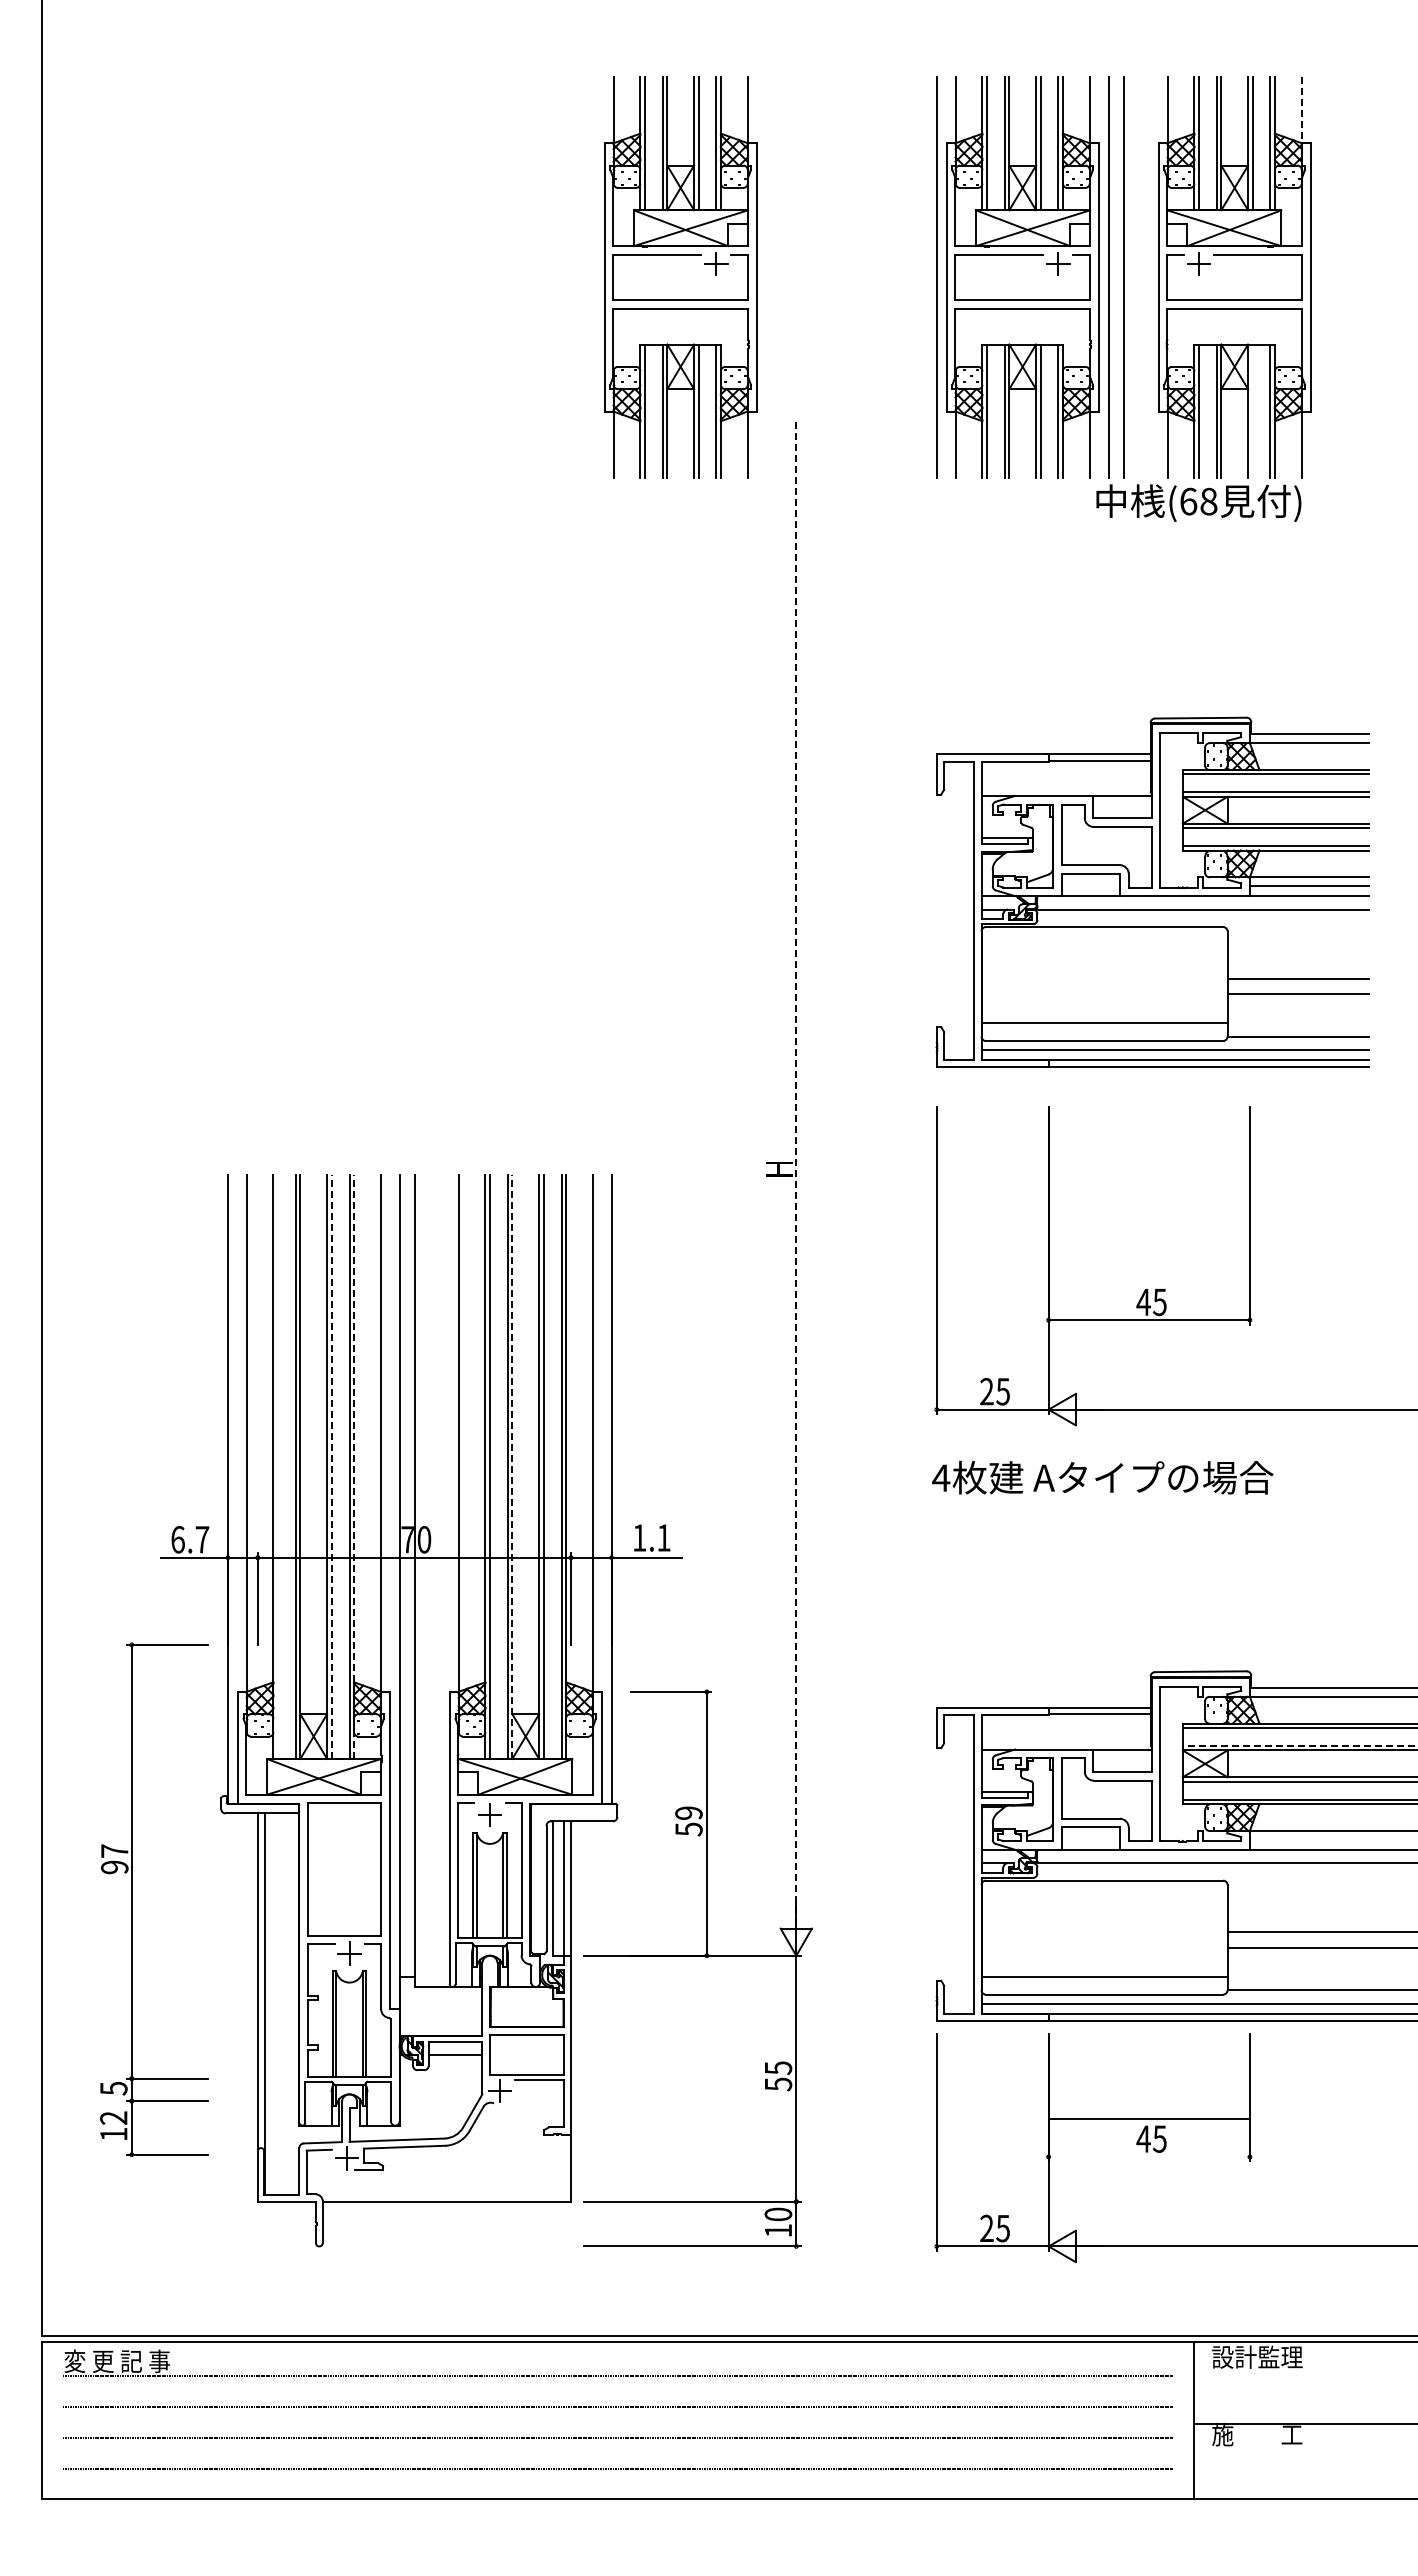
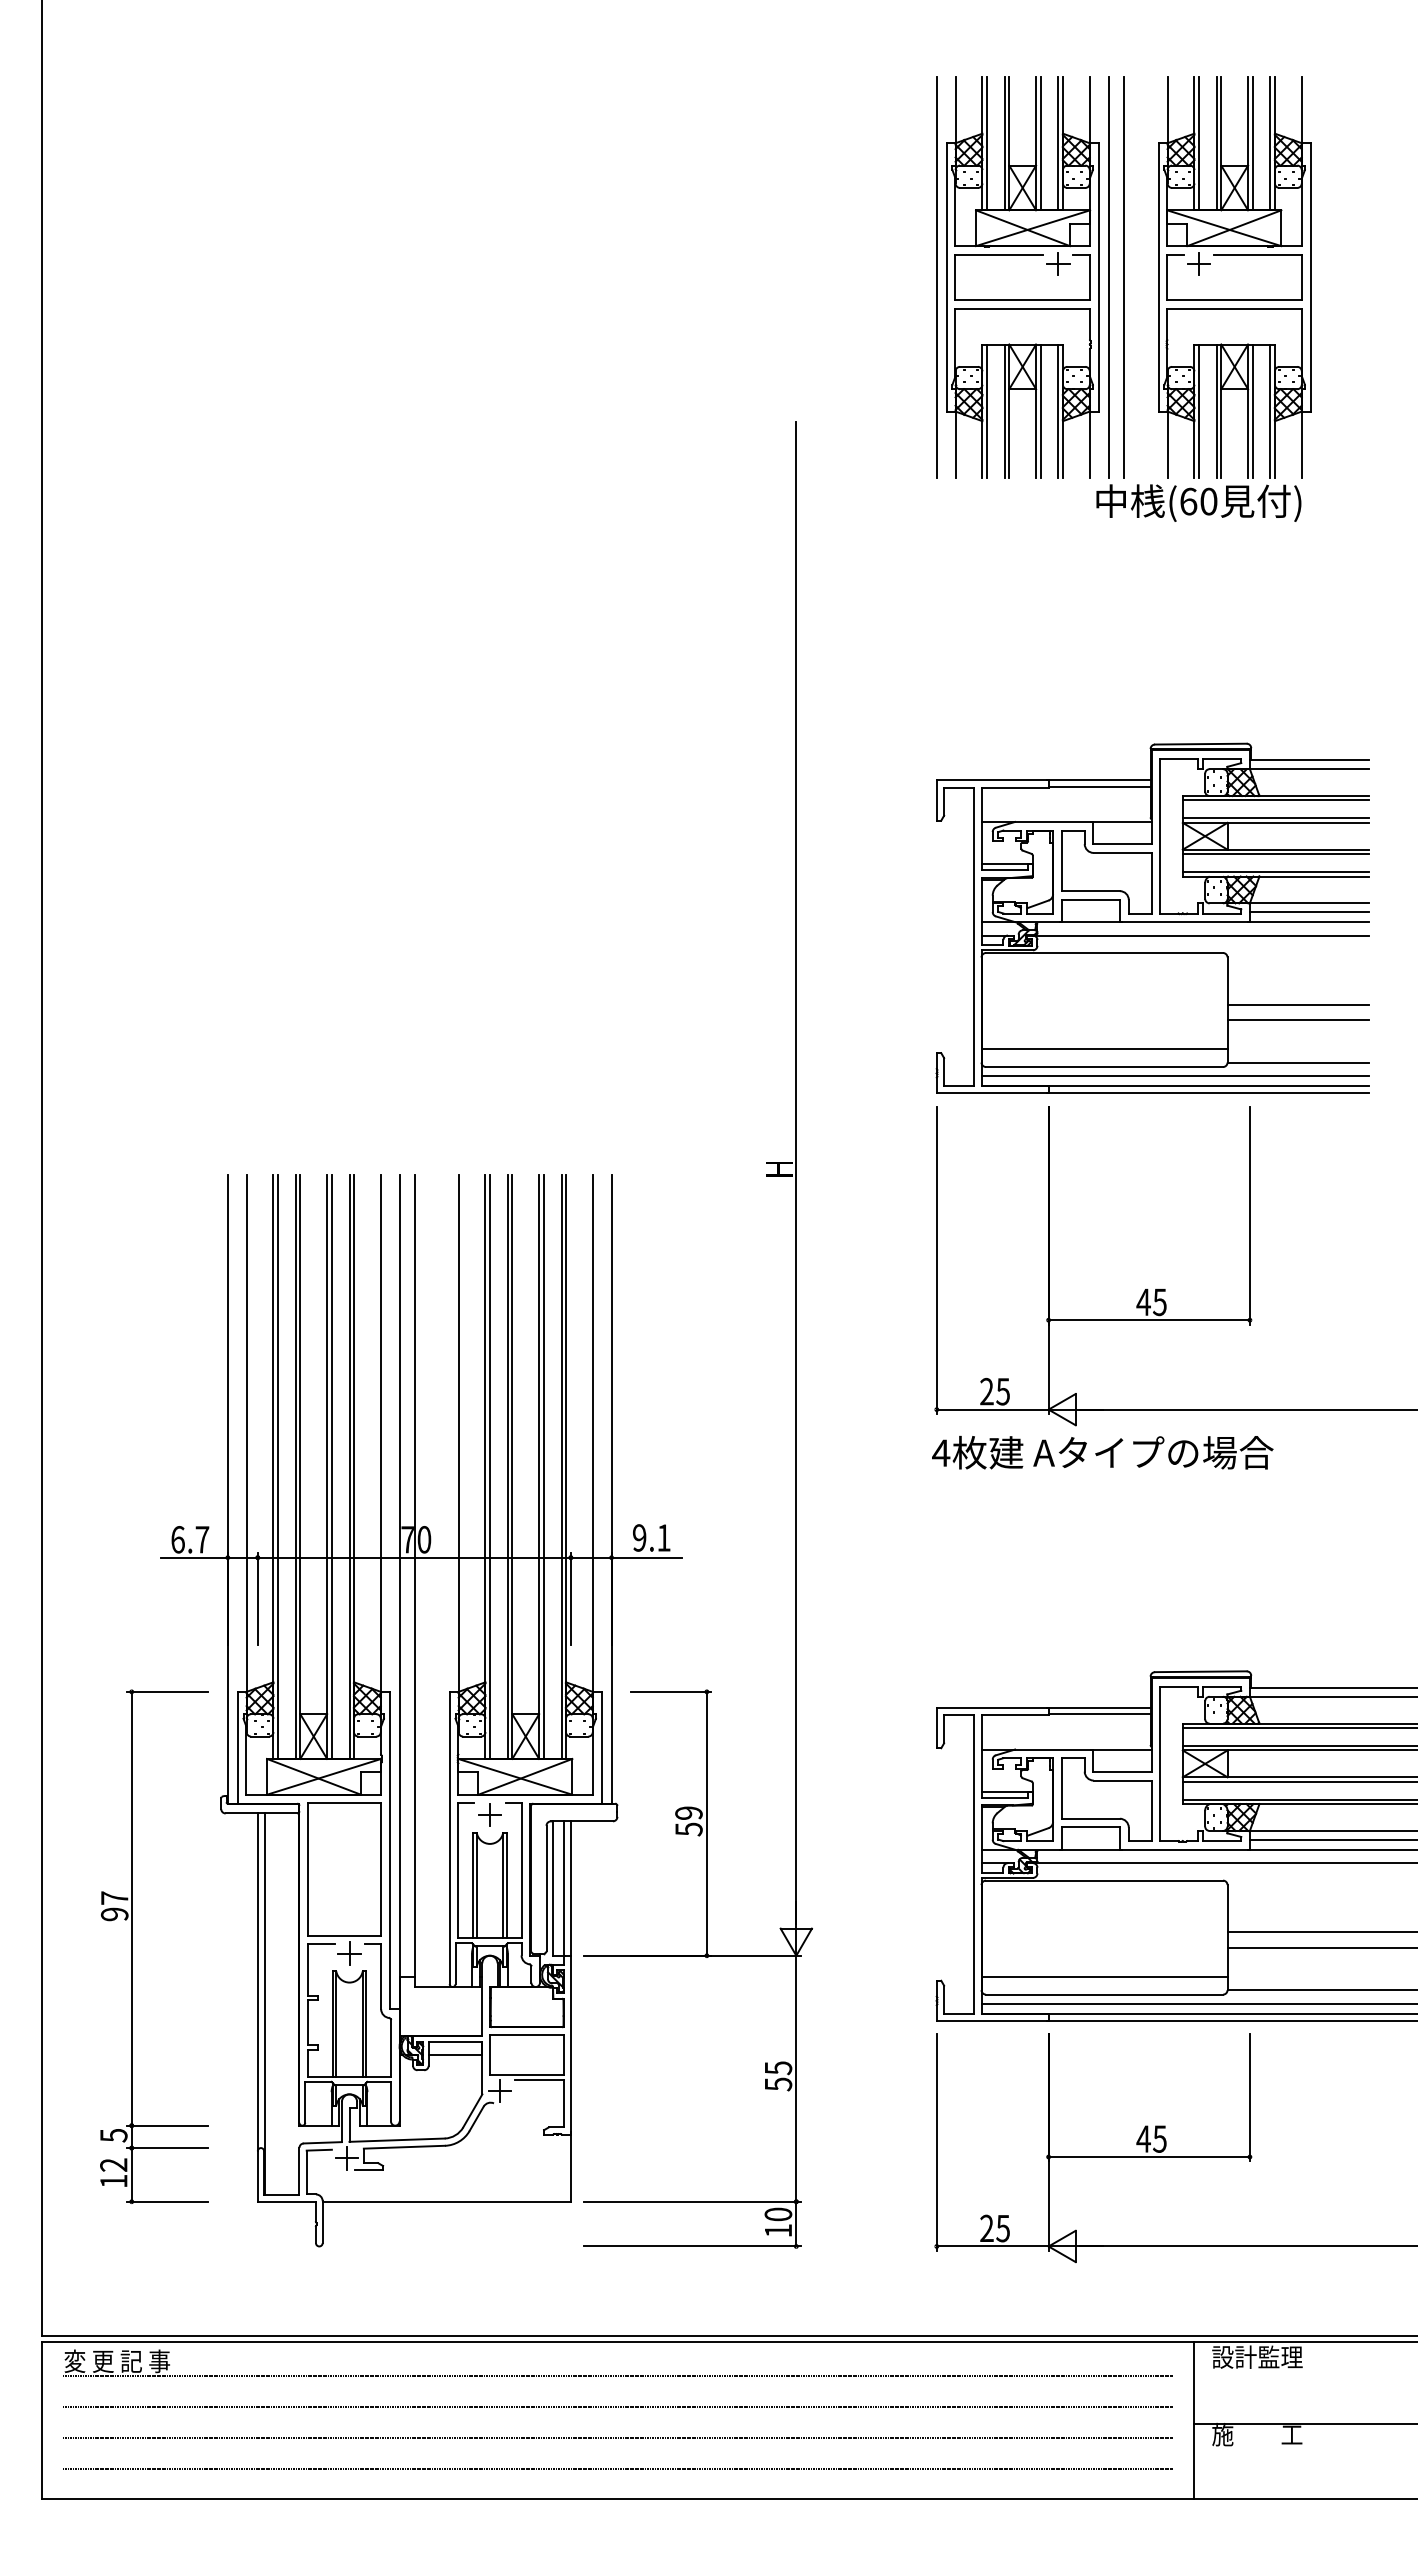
line at (1301, 111): dashed -> solid
part at (680, 277): present -> none
line at (1252, 410): none -> present
text at (1208, 501): (68 -> (60
part at (1152, 891) position: (1152, 891) -> (1152, 917)
line at (796, 1173): dashed -> solid
line at (277, 1466): none -> present
line at (331, 1467): dashed -> solid
line at (354, 1467): dashed -> solid
line at (512, 1467): dashed -> solid
text at (1102, 1477) position: (1102, 1477) -> (1102, 1452)
text at (639, 1537): 1.1 -> 9.1
line at (1299, 1745): dashed -> solid
line at (1331, 1839): none -> present
part at (132, 1899) position: (132, 1899) -> (132, 1946)
line at (1148, 2119) position: (1148, 2119) -> (1148, 2157)
